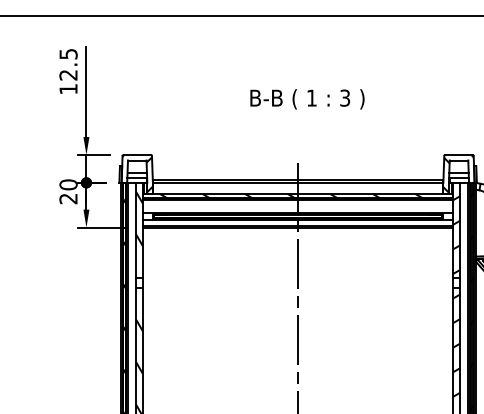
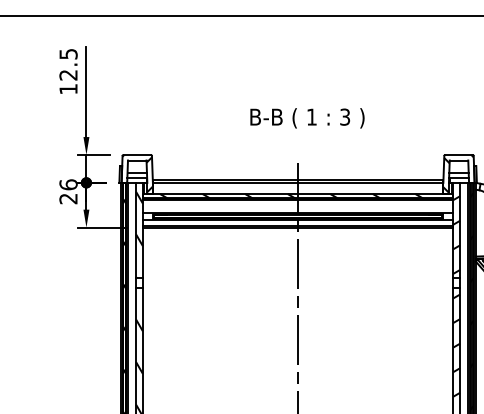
text at (307, 99) position: (307, 99) -> (307, 118)
text at (68, 184): 20 -> 26
